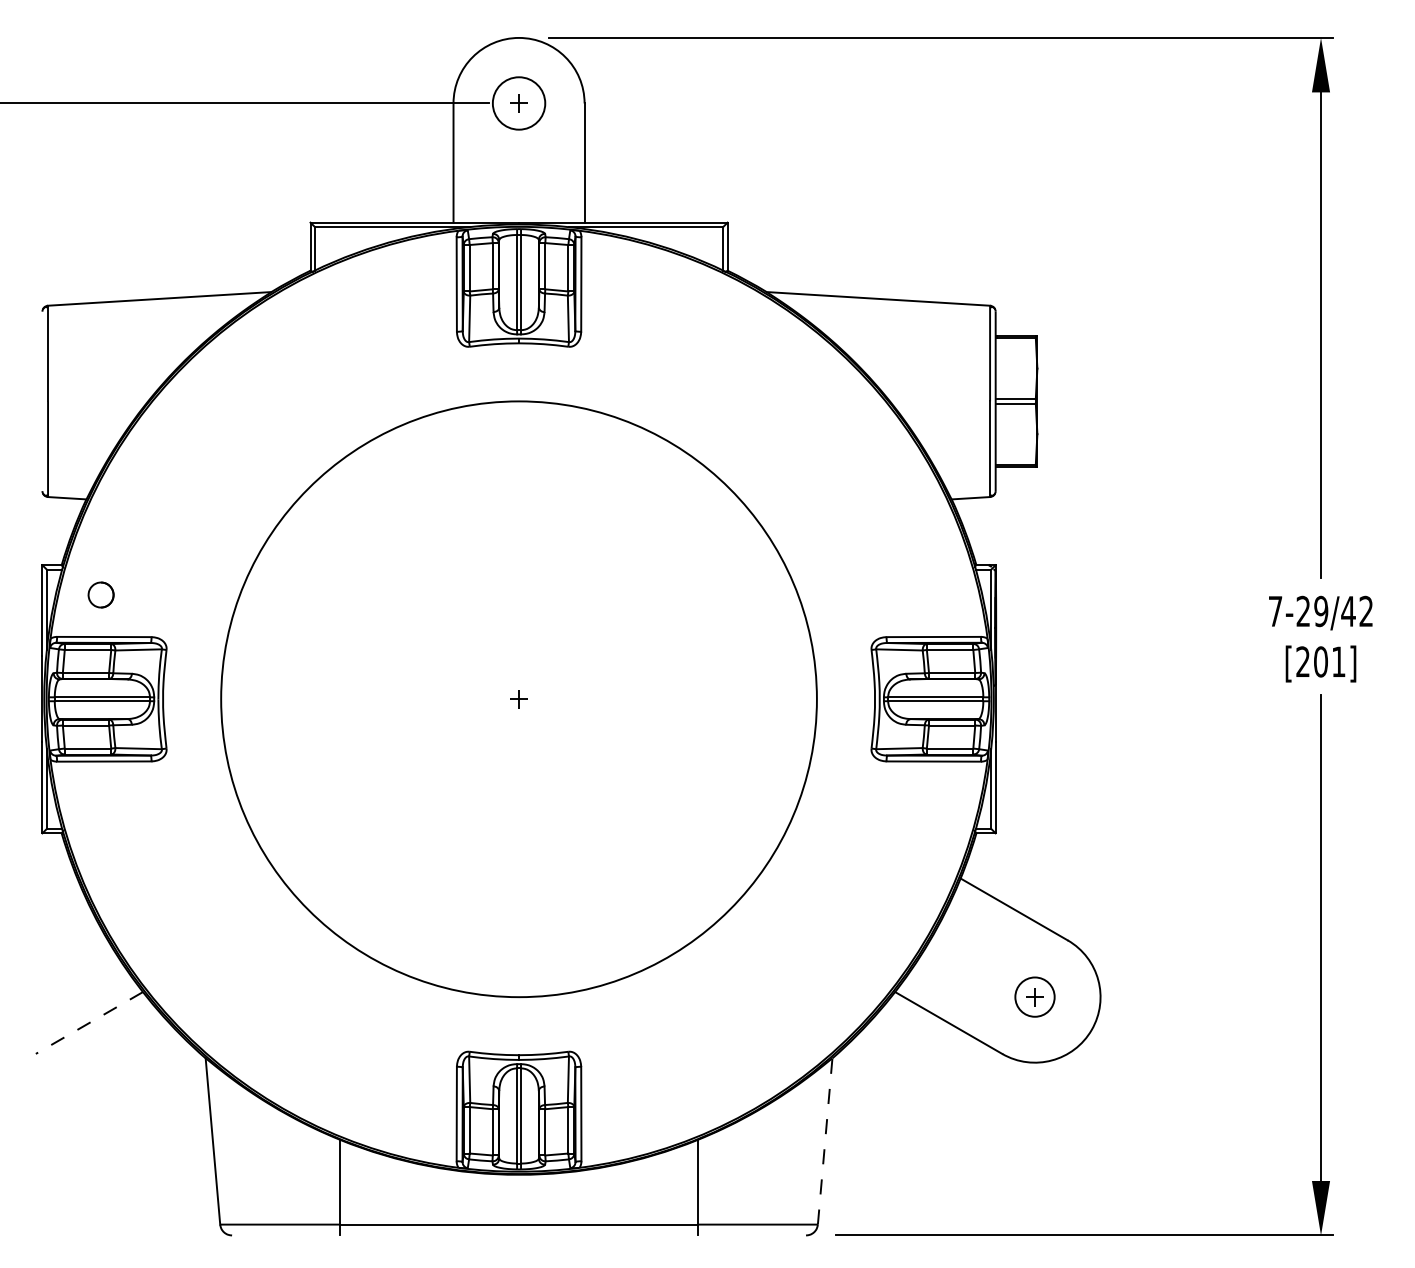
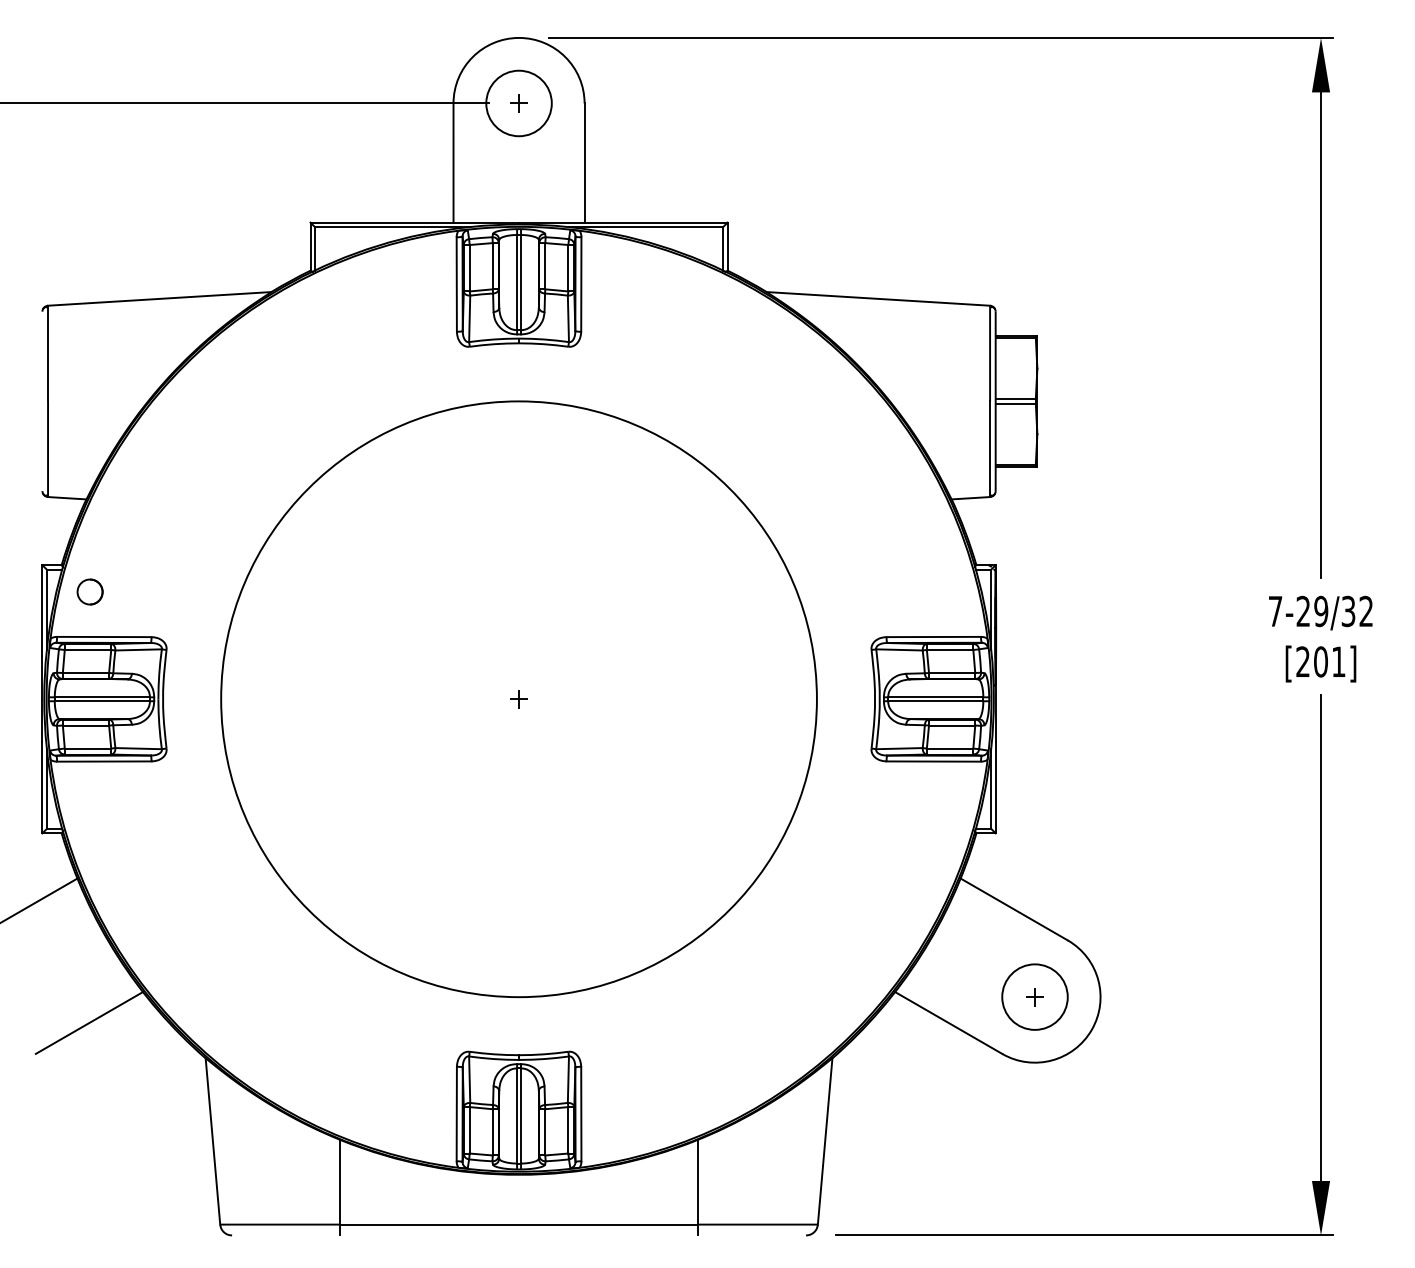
circle at (518, 103) diameter: 52 px -> 66 px
part at (100, 594) position: (100, 594) -> (89, 591)
text at (1348, 611): 7-29/42 -> 7-29/32
line at (39, 899): none -> present
circle at (1034, 996) diameter: 39 px -> 66 px
line at (89, 1022): dashed -> solid
line at (825, 1140): dashed -> solid
